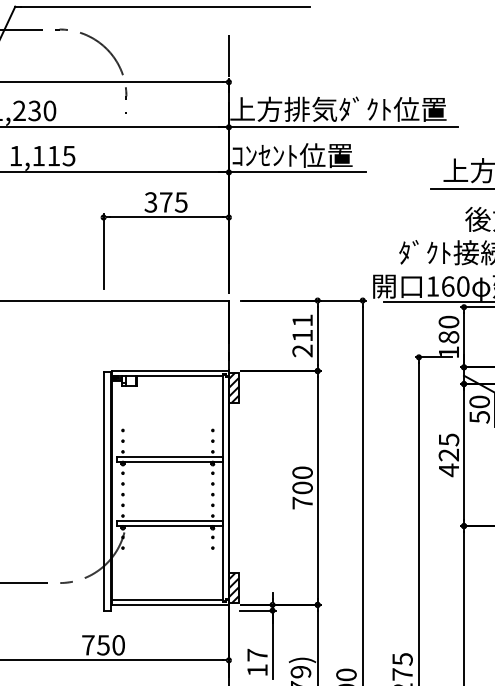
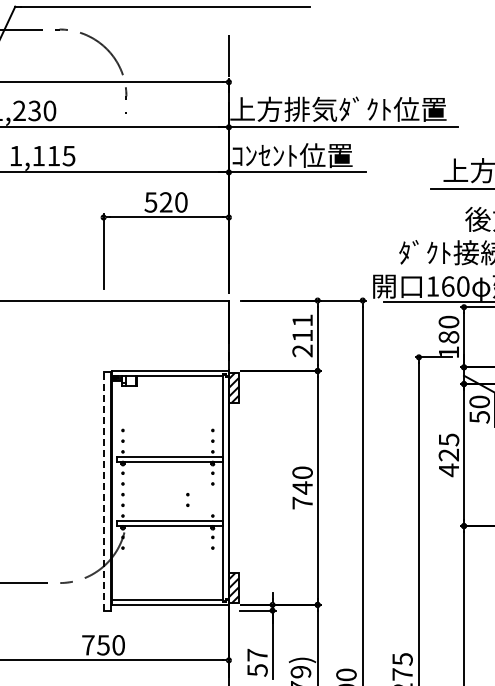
text at (166, 202): 375 -> 520
text at (302, 487): 700 -> 740
line at (103, 490): solid -> dashed
part at (212, 499) position: (212, 499) -> (187, 499)
text at (257, 670): 17 -> 57
